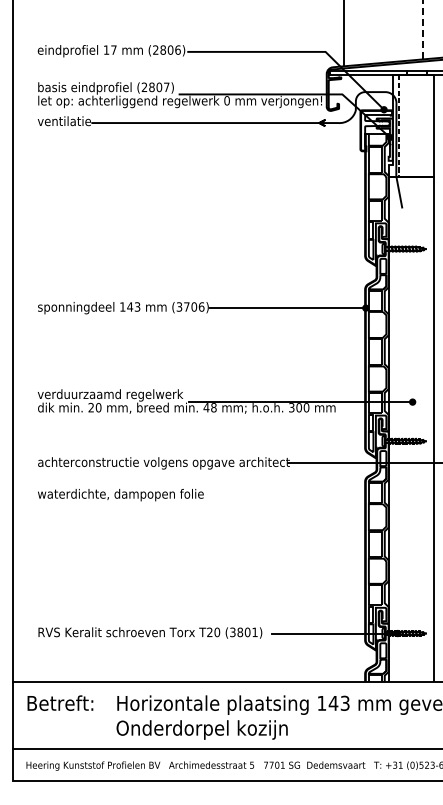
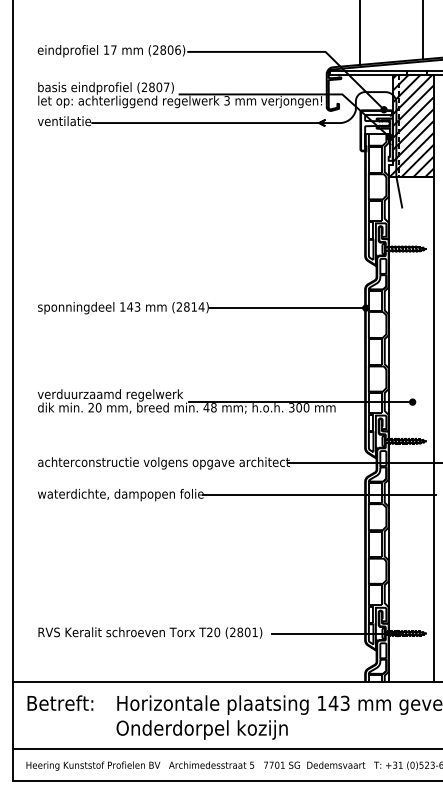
line at (422, 29): dashed -> solid
line at (343, 33) position: (343, 33) -> (359, 33)
text at (226, 100): 0 -> 3
hatch at (410, 126): none -> present
text at (190, 306): (3706) -> (2814)
line at (318, 495): none -> present
text at (232, 632): (3801) -> (2801)
